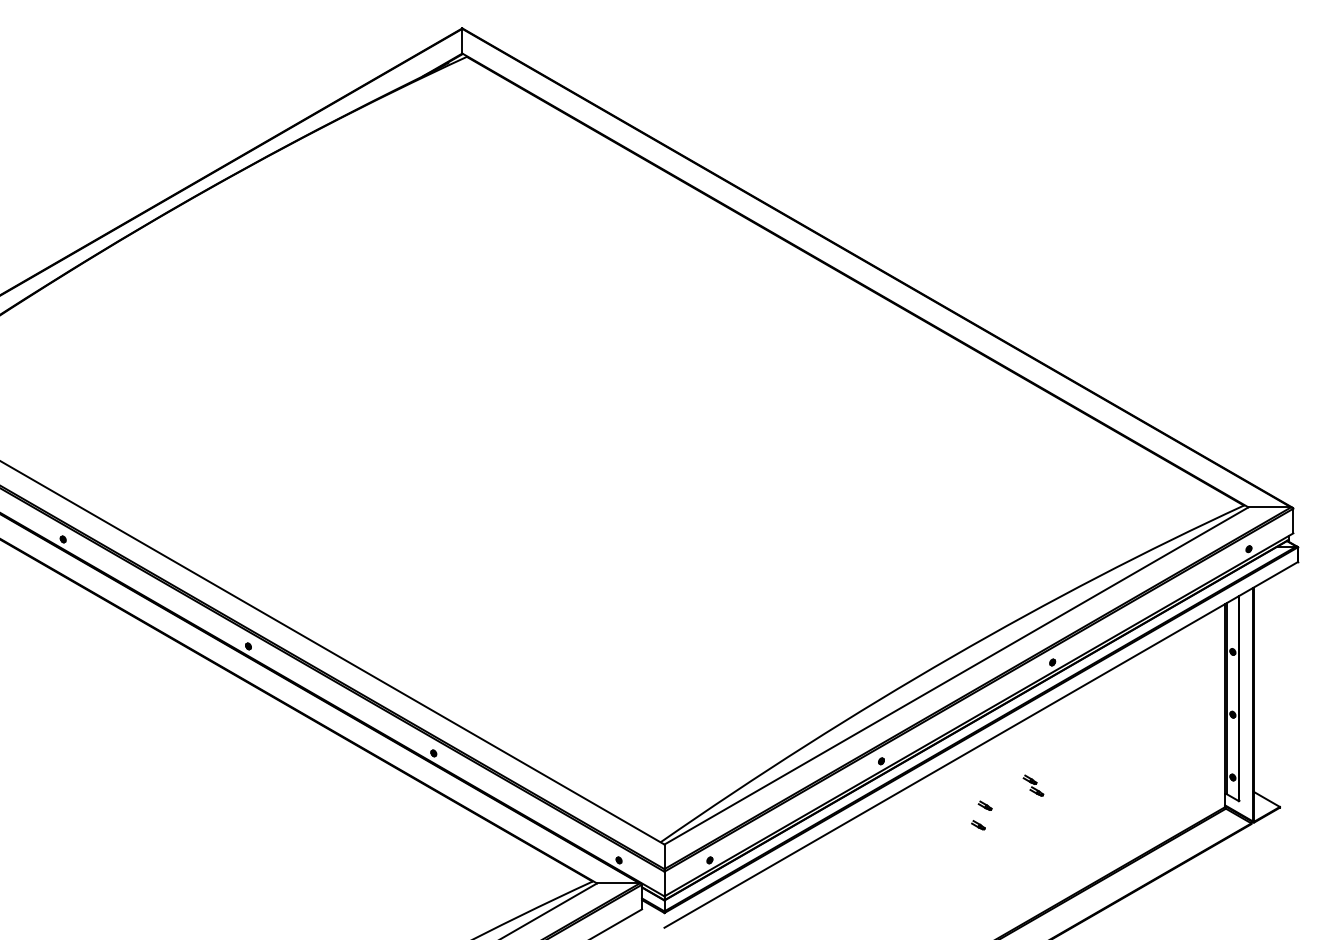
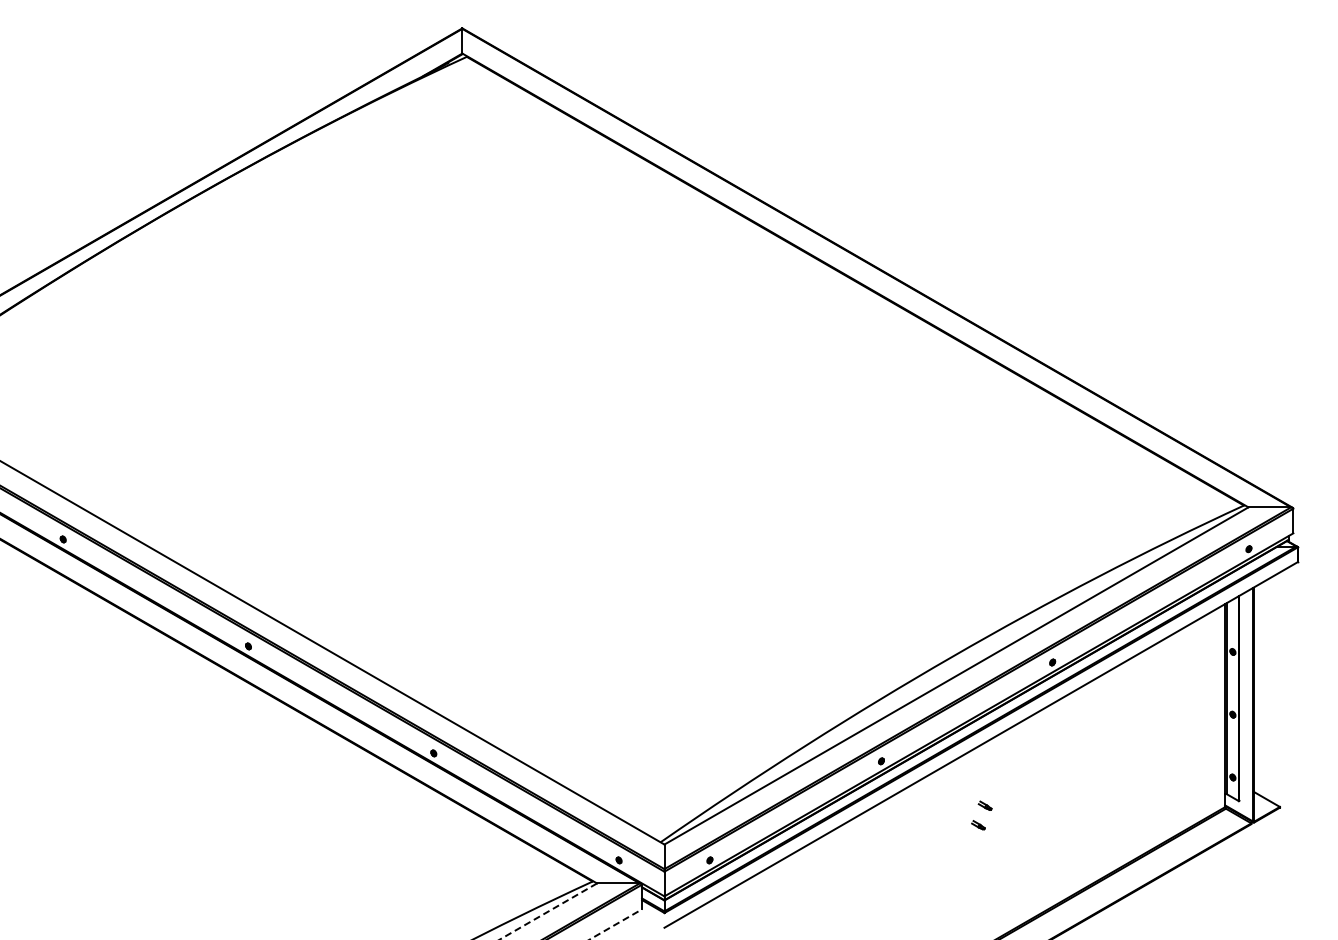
part at (1033, 785): present -> none
line at (547, 911): solid -> dashed
line at (616, 924): solid -> dashed
